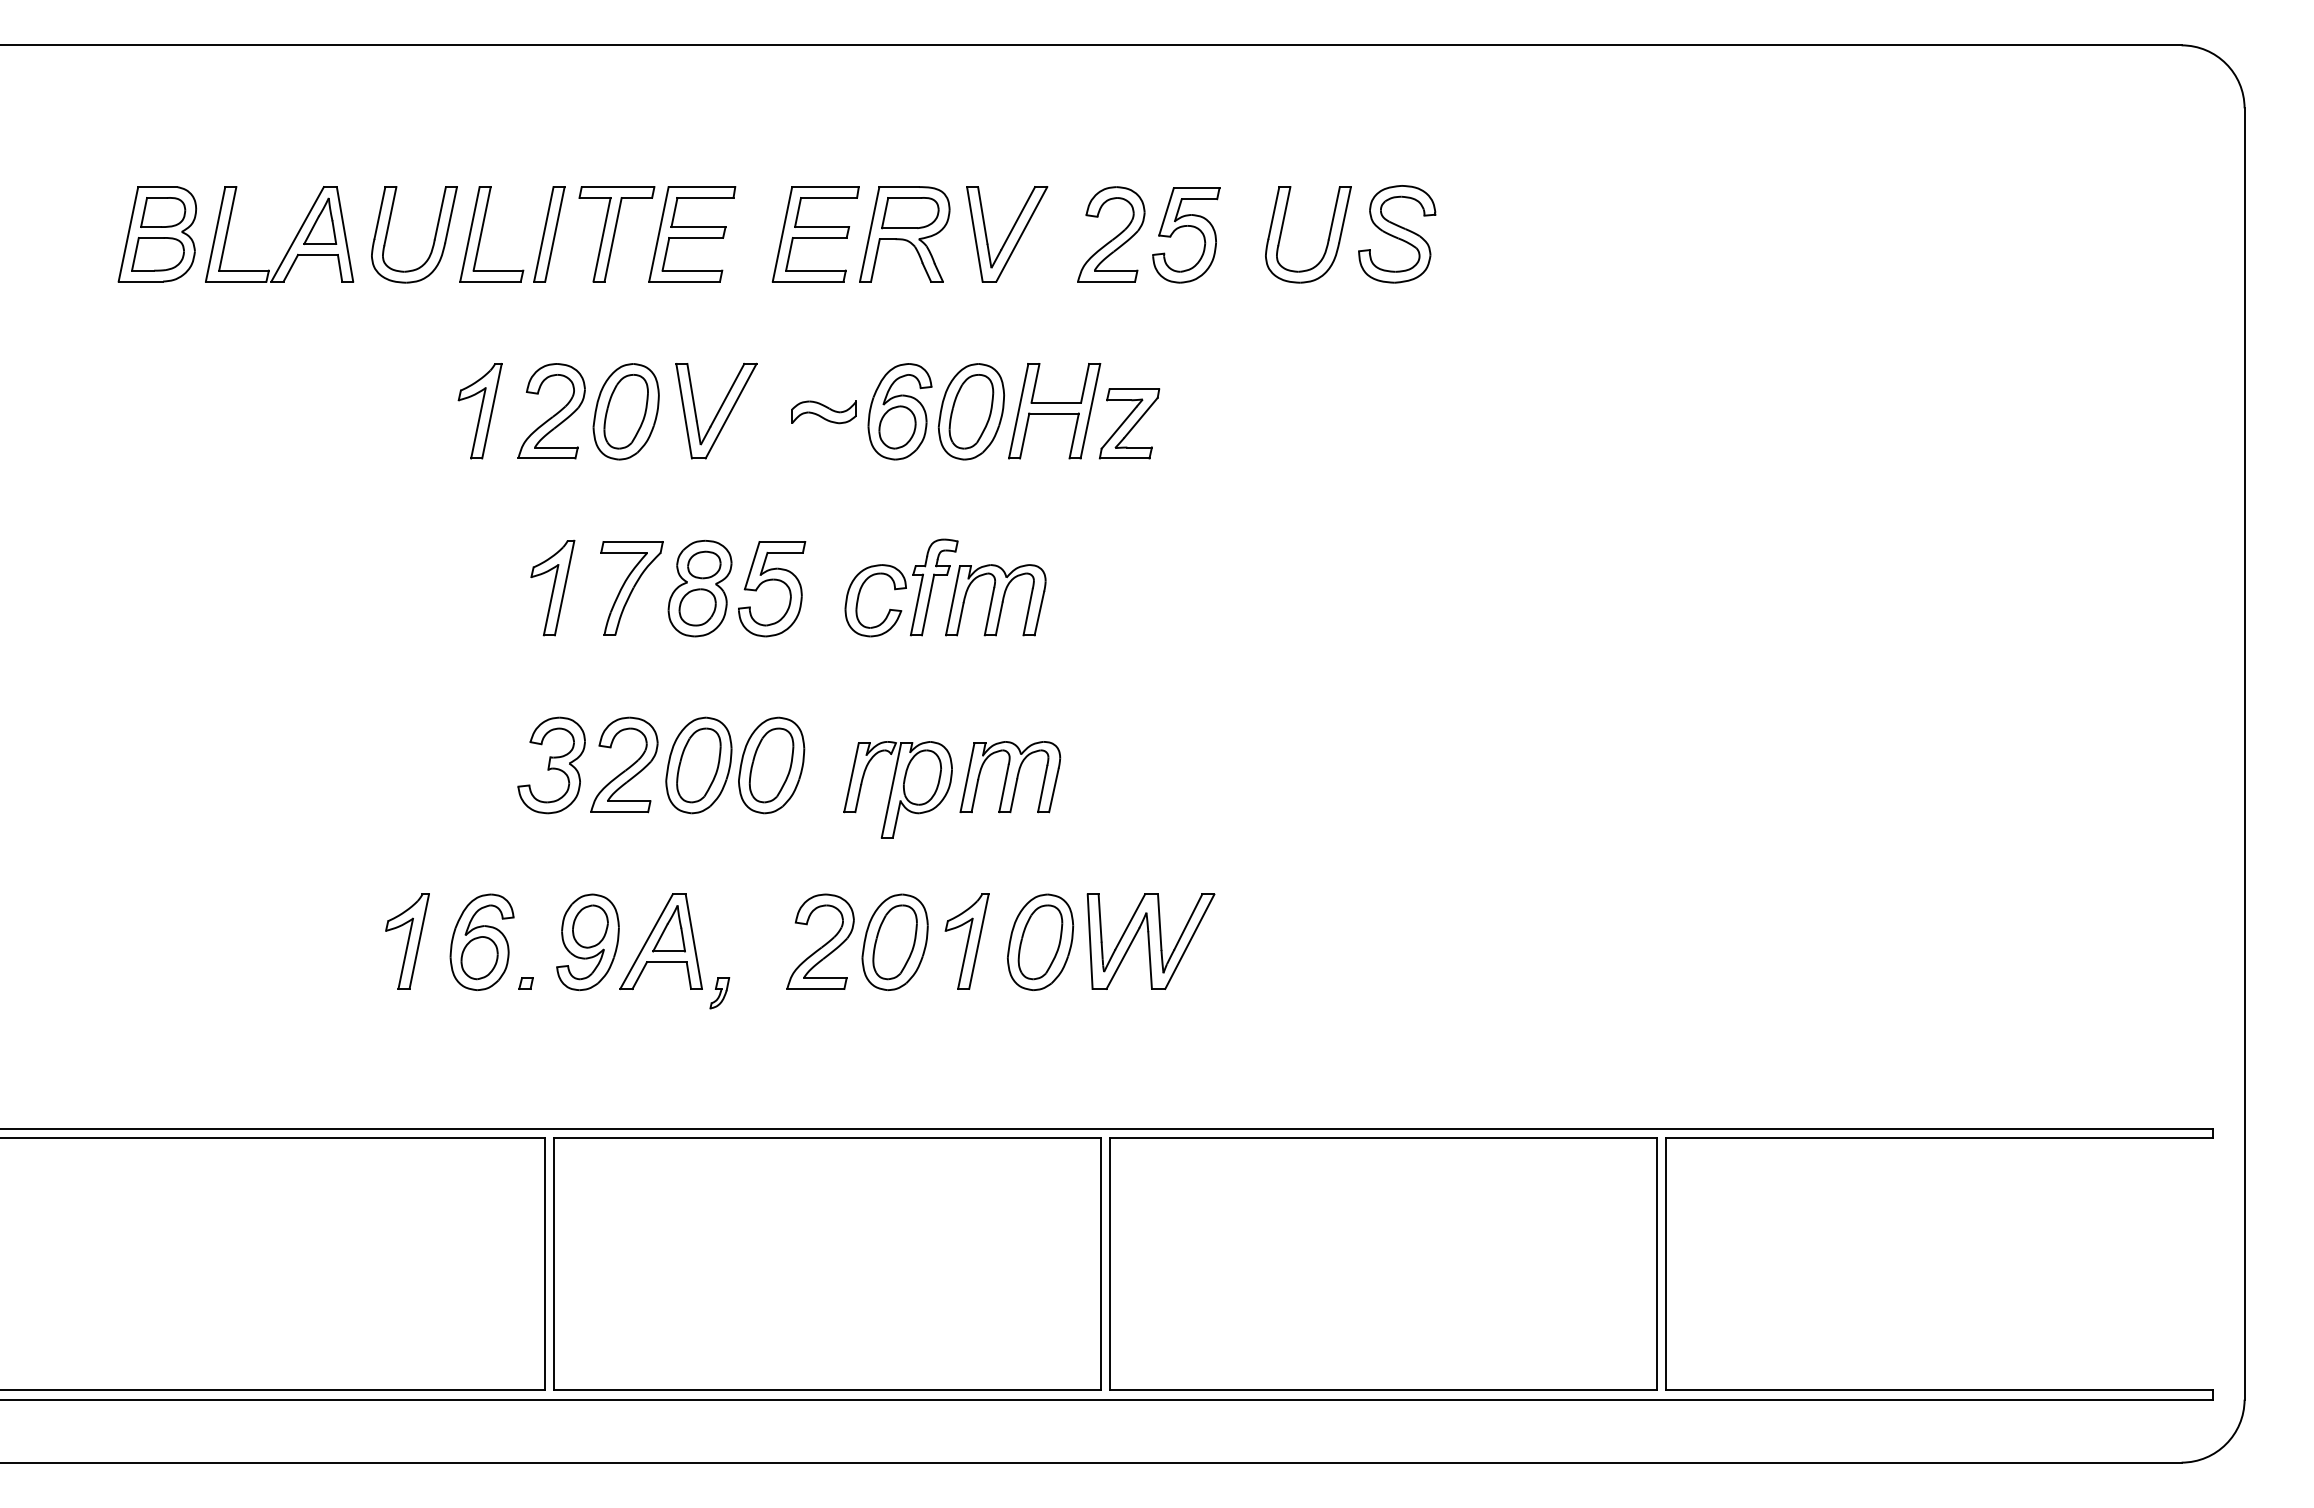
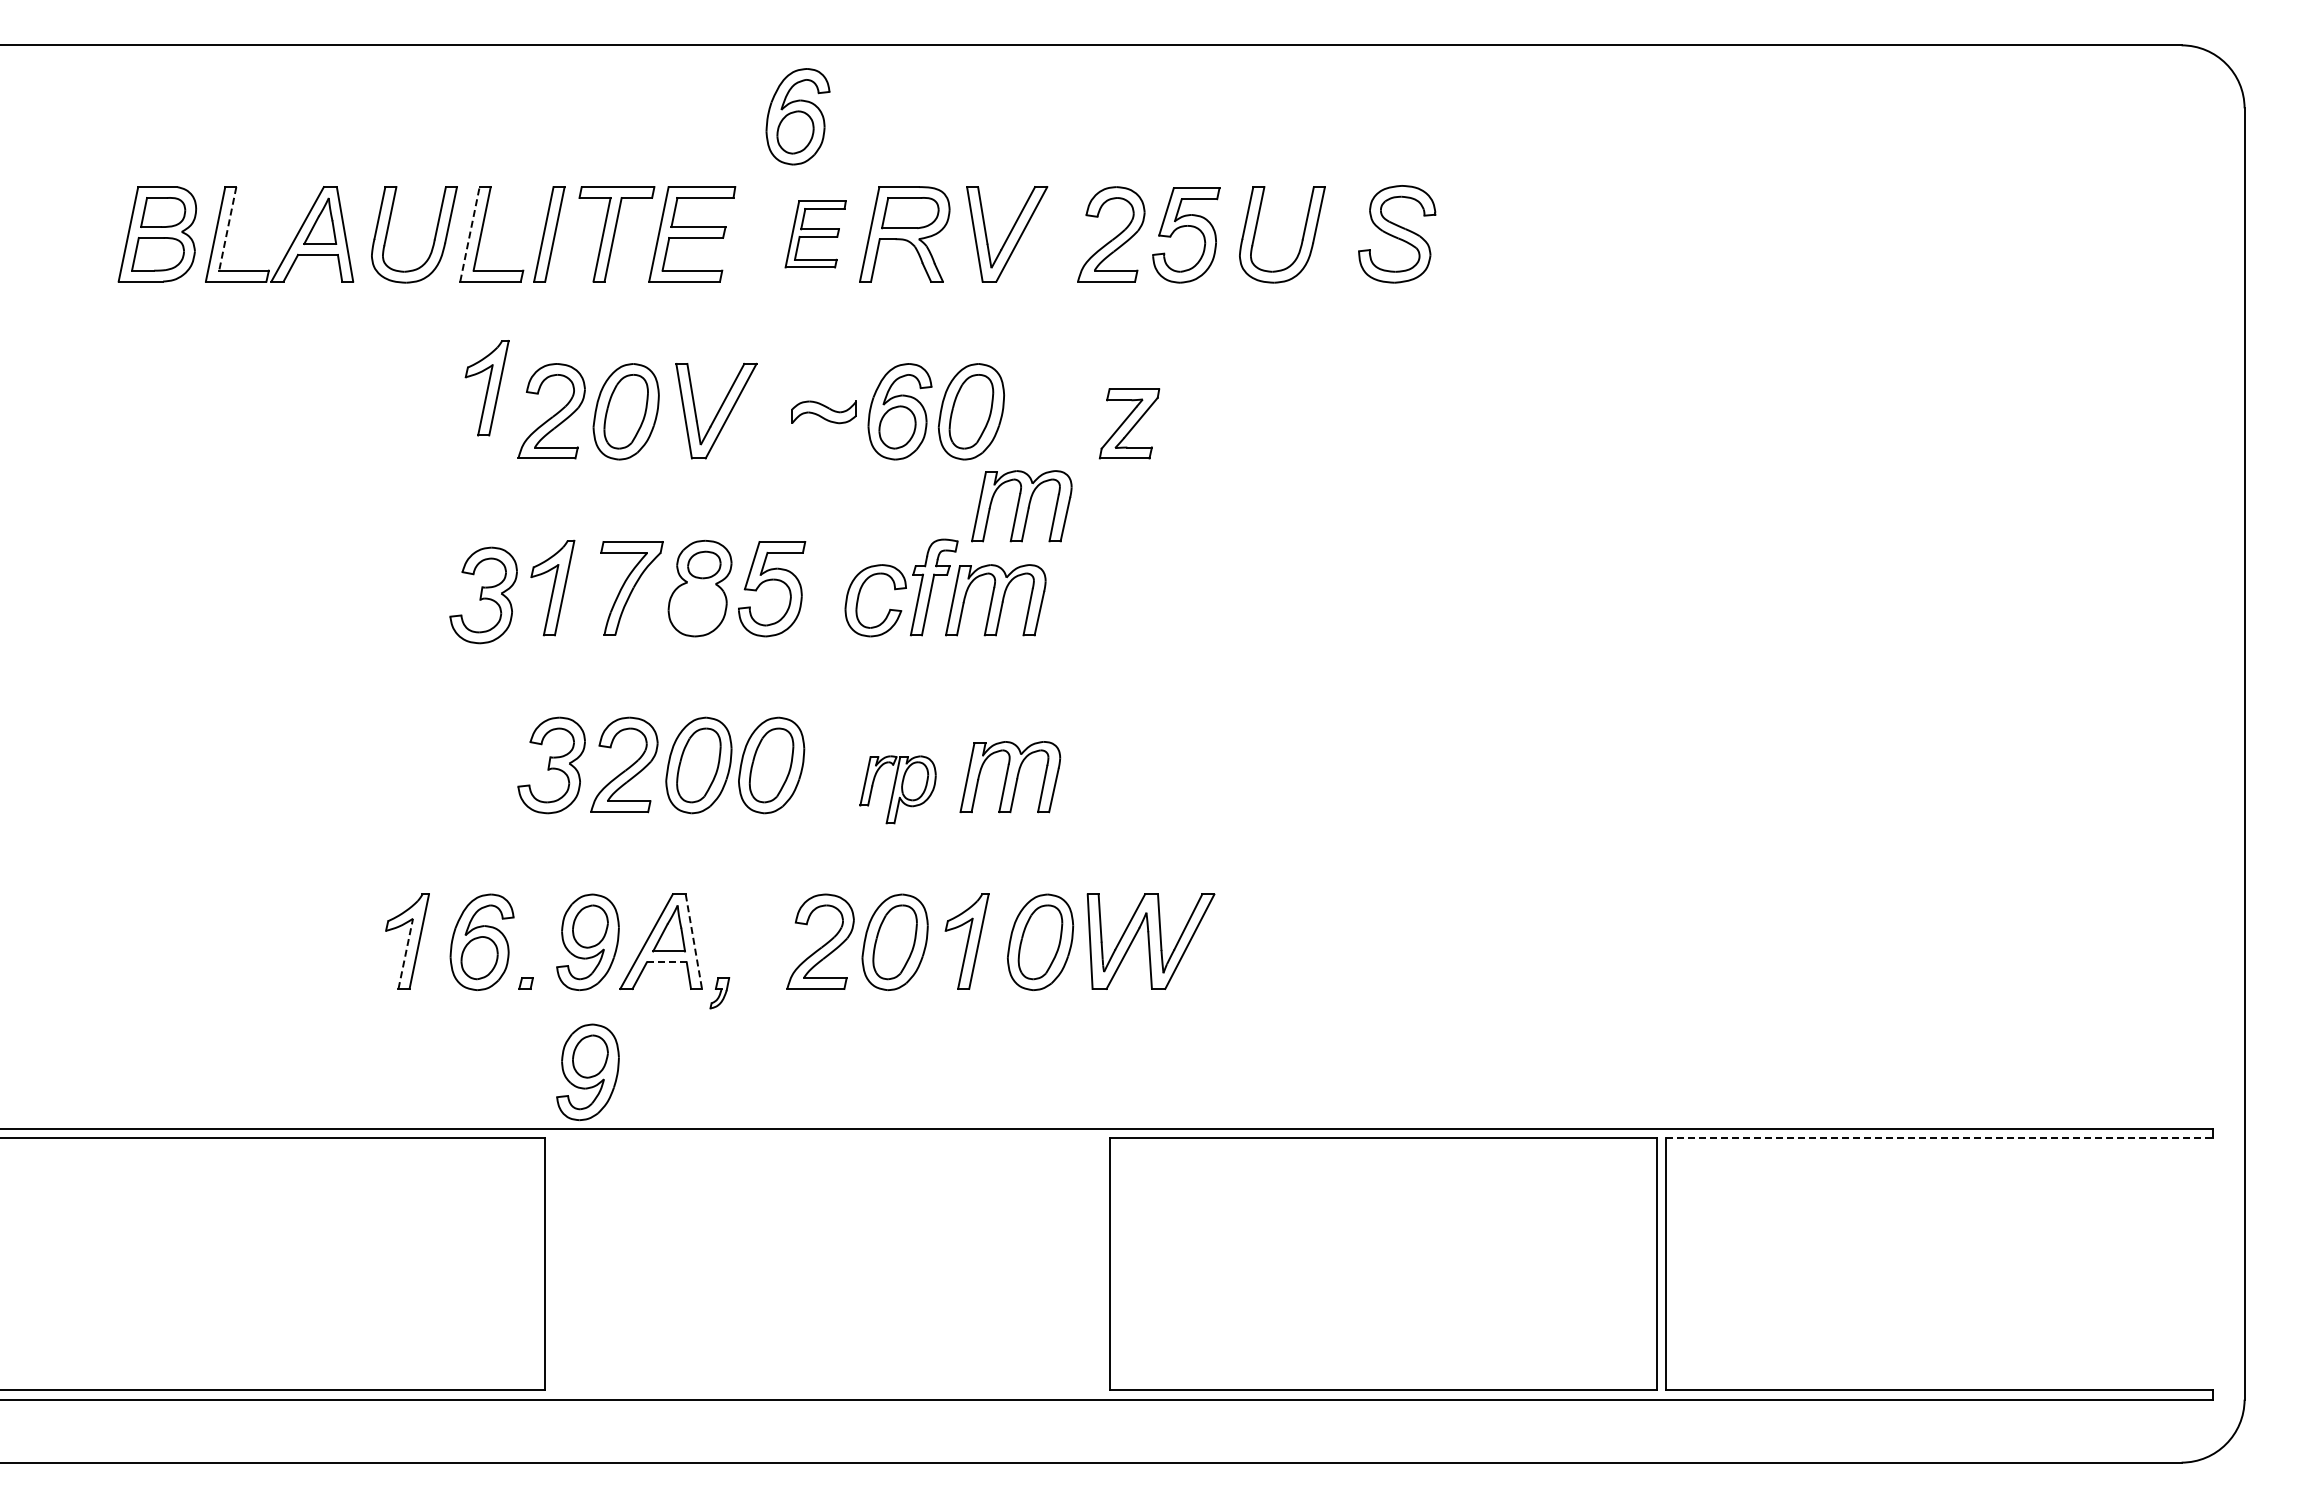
part at (797, 116): none -> present
line at (227, 228): solid -> dashed
line at (470, 233): solid -> dashed
part at (815, 234) size: 89x97 px -> 63x69 px
part at (1327, 239) position: (1327, 239) -> (1301, 239)
part at (479, 411) position: (479, 411) -> (486, 388)
part at (1054, 411): present -> none
part at (1021, 506): none -> present
part at (483, 595): none -> present
part at (697, 607): present -> none
part at (897, 789) size: 110x98 px -> 78x70 px
line at (693, 941): solid -> dashed
line at (405, 953): solid -> dashed
line at (666, 962): solid -> dashed
part at (587, 1072): none -> present
line at (1940, 1138): solid -> dashed
part at (827, 1263): present -> none
